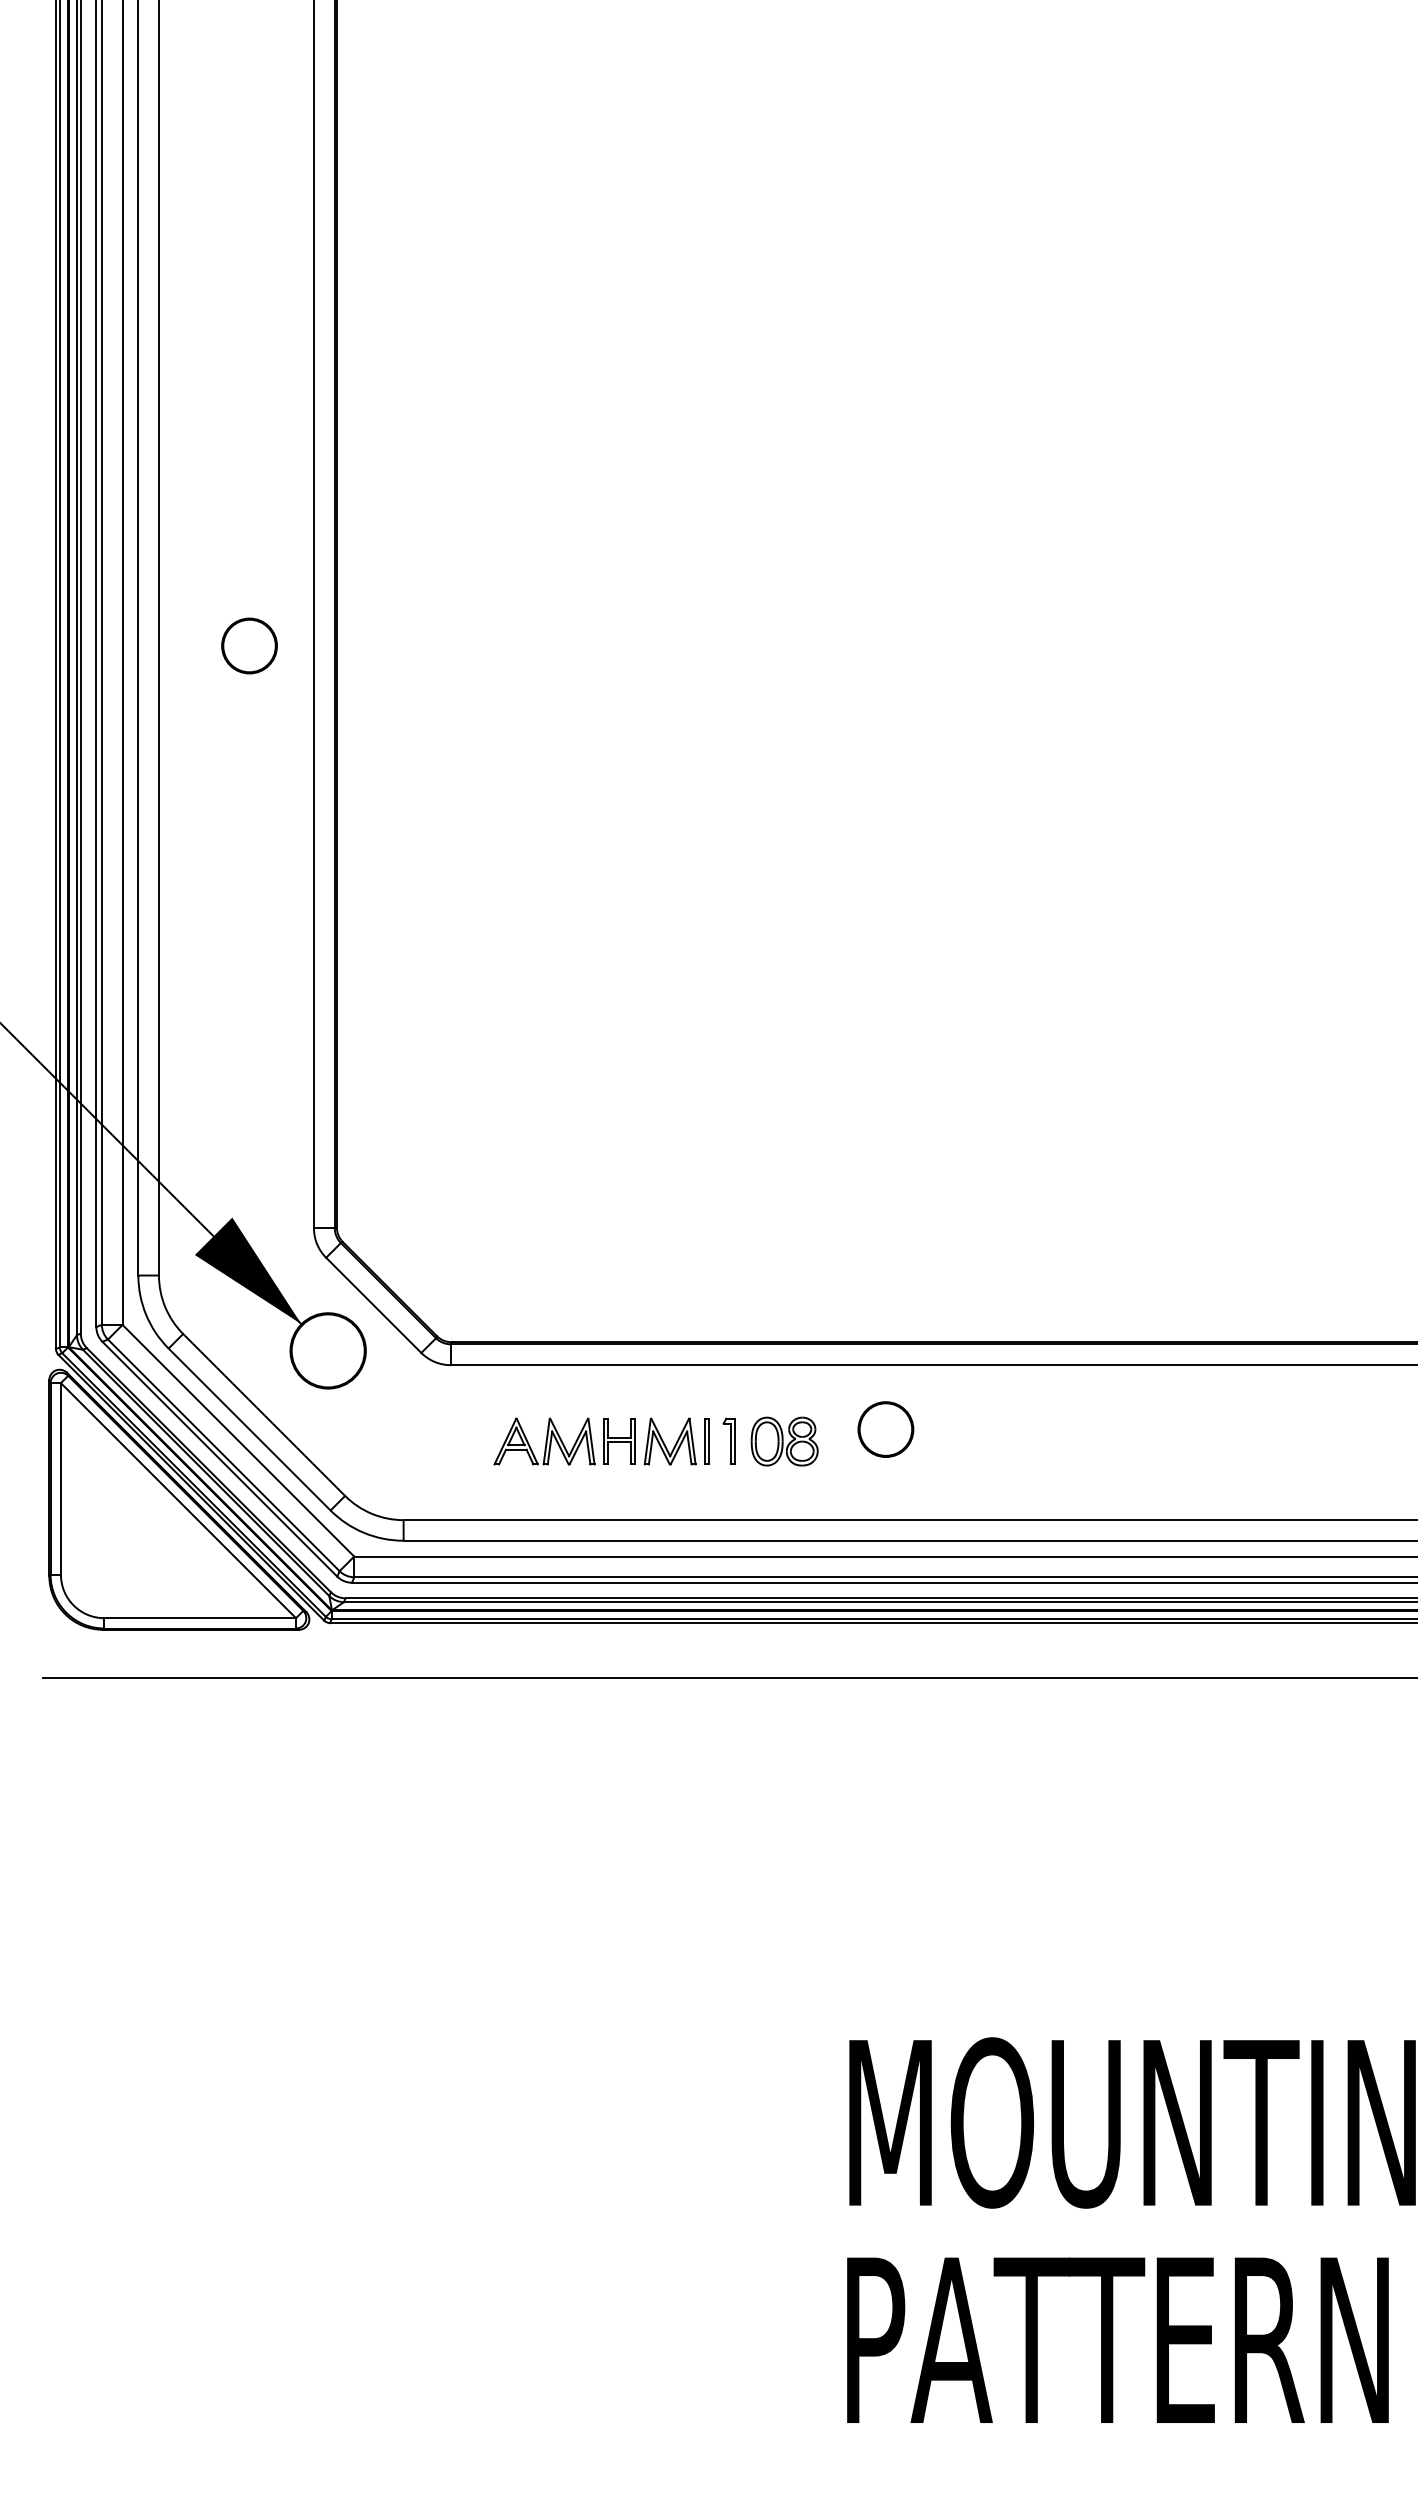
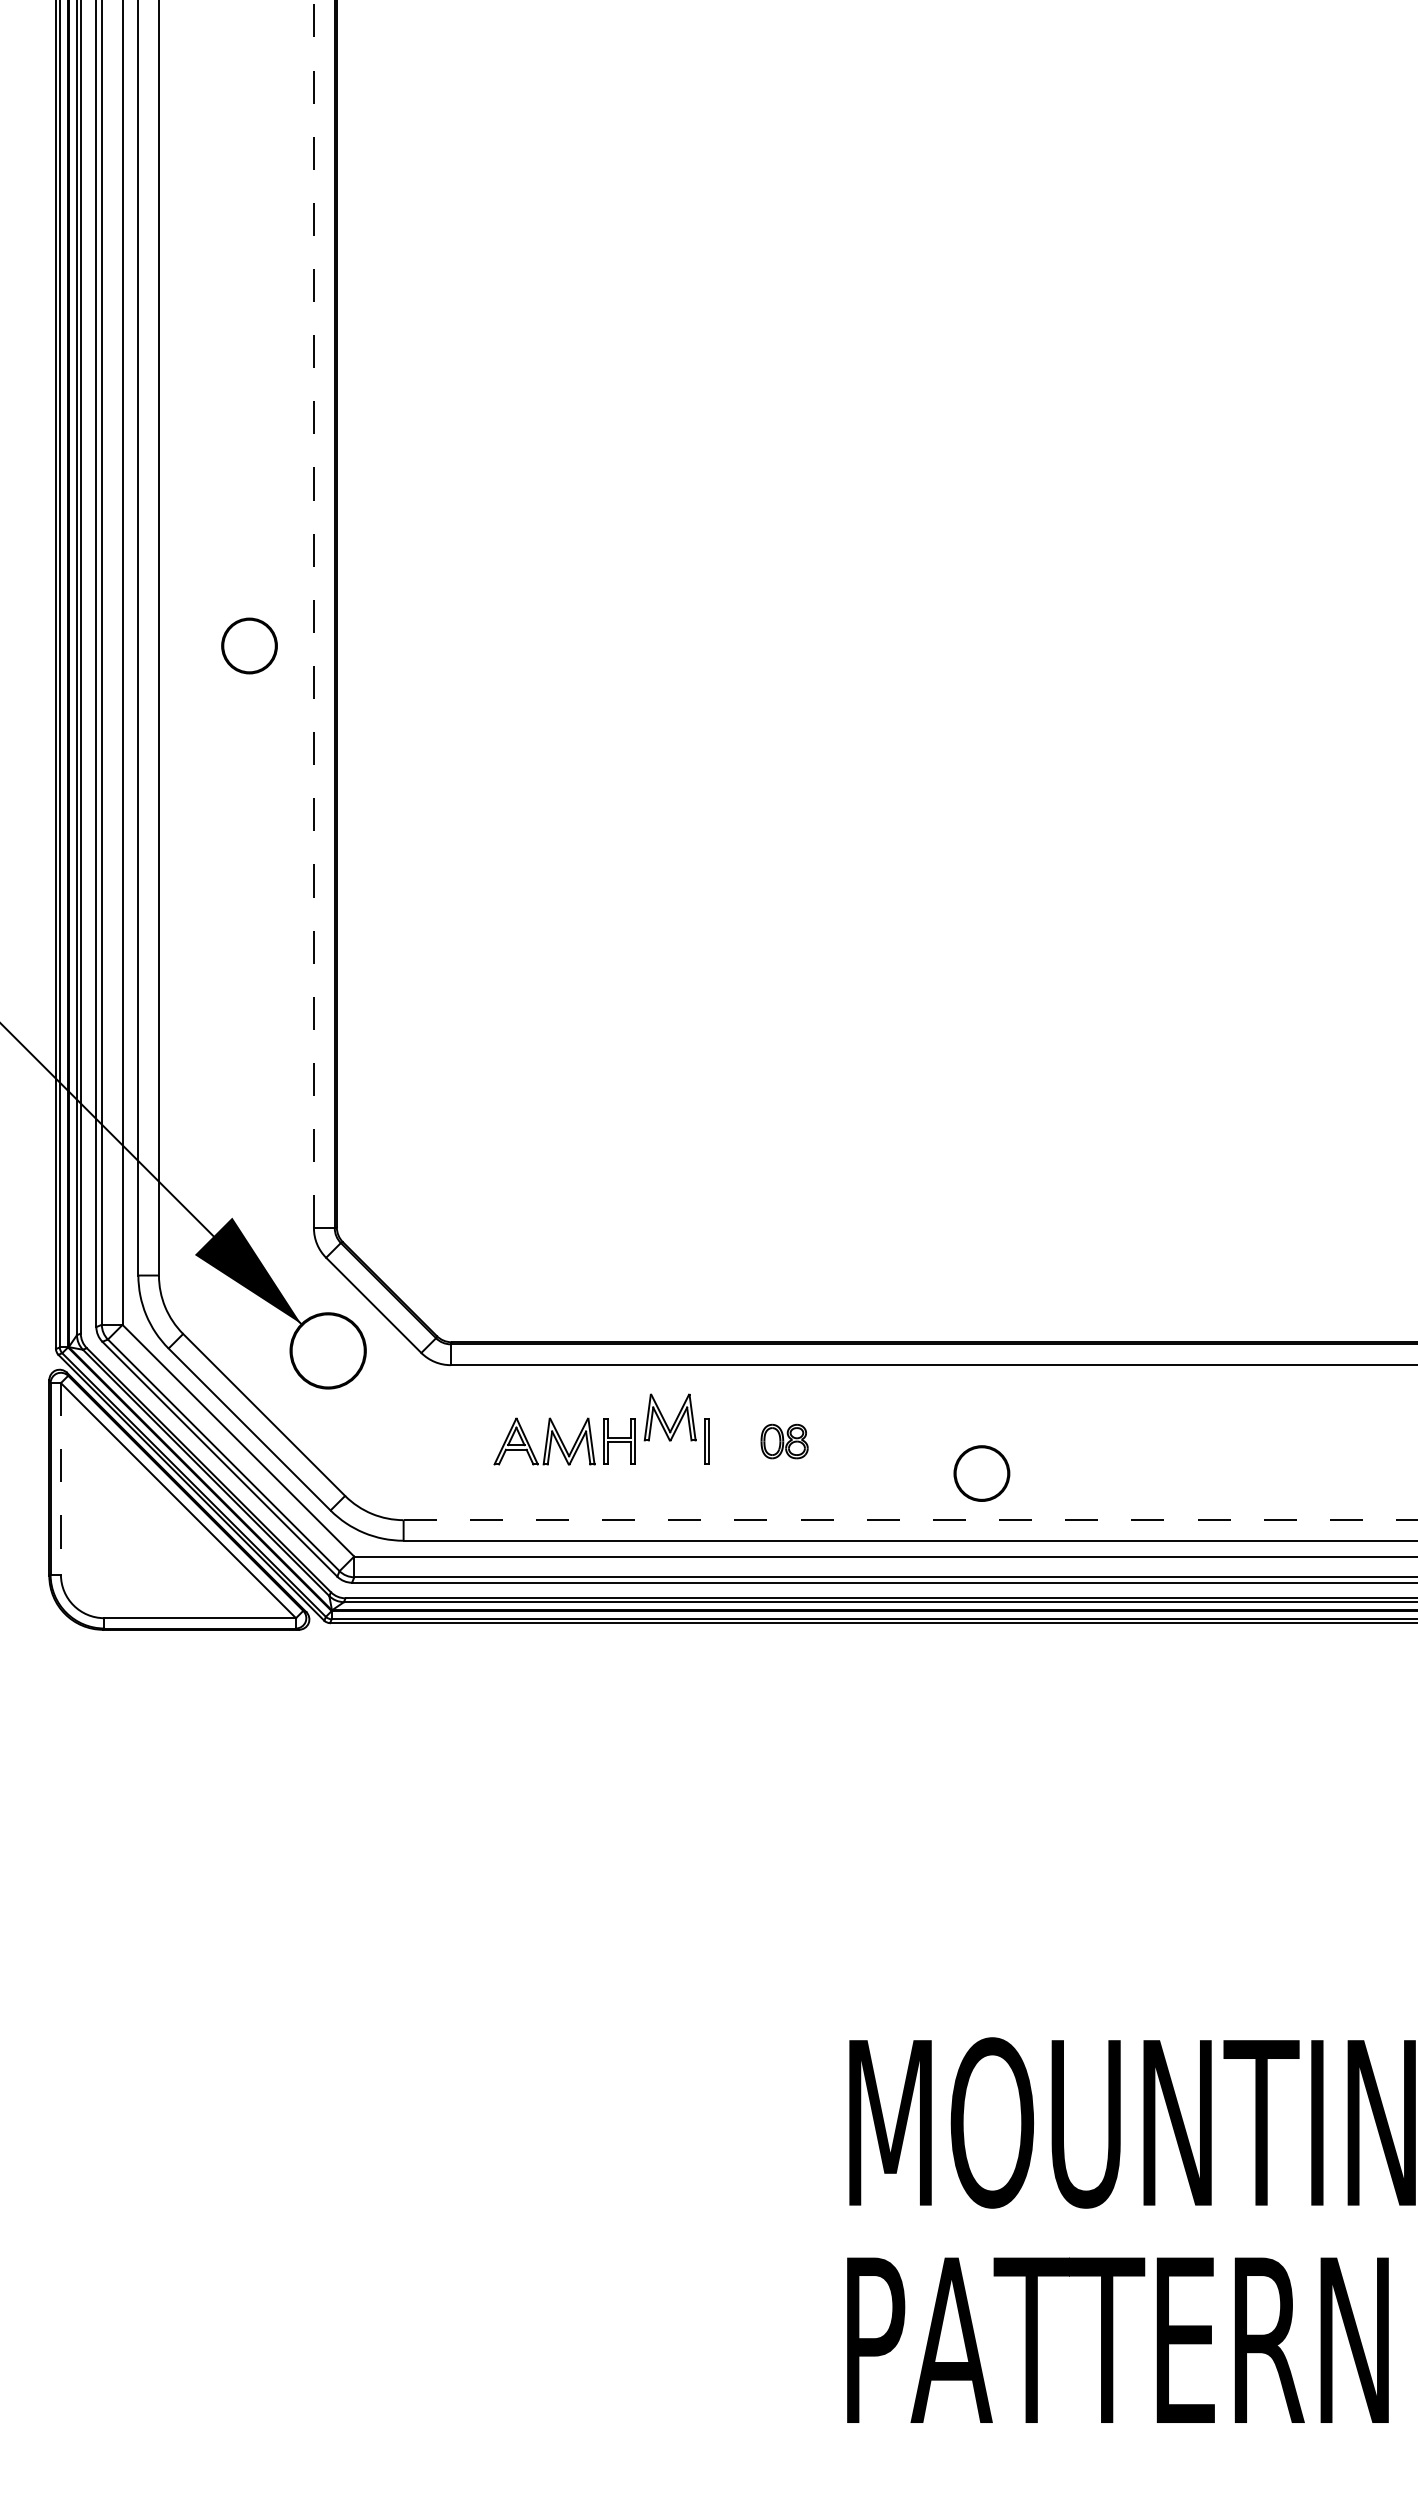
line at (313, 614): solid -> dashed
part at (885, 1429) position: (885, 1429) -> (981, 1473)
part at (728, 1440): present -> none
part at (669, 1441) position: (669, 1441) -> (669, 1417)
part at (784, 1441) size: 69x51 px -> 49x37 px
line at (60, 1478): solid -> dashed
line at (910, 1520): solid -> dashed
line at (728, 1677): present -> none
